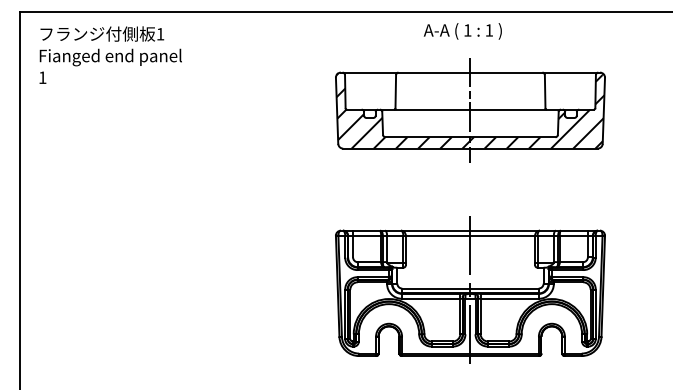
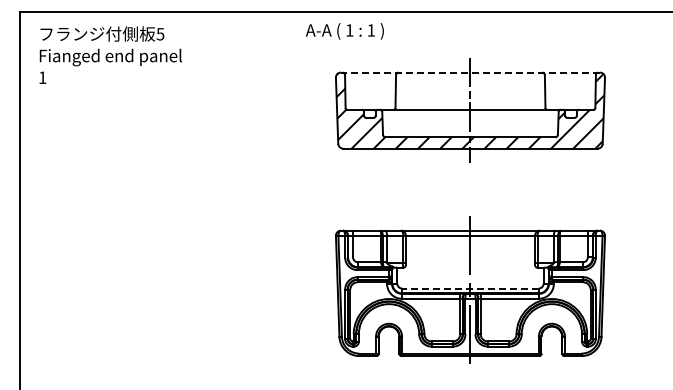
text at (462, 31) position: (462, 31) -> (344, 31)
text at (160, 34): 1 -> 5
line at (470, 72): solid -> dashed
line at (469, 288): solid -> dashed
